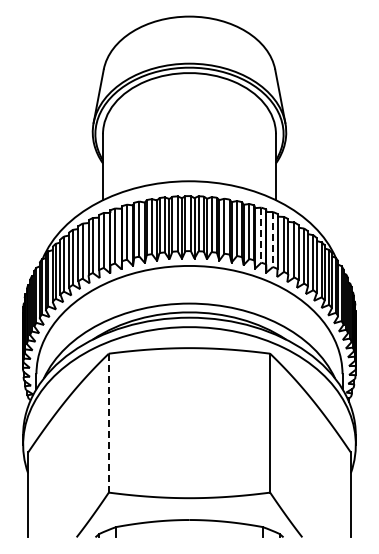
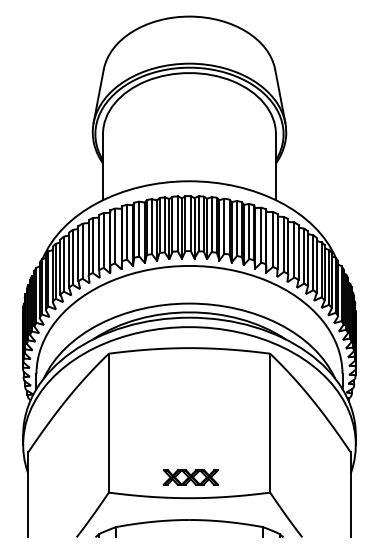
line at (261, 235): dashed -> solid
line at (272, 239): dashed -> solid
line at (108, 422): dashed -> solid
part at (190, 477): none -> present
